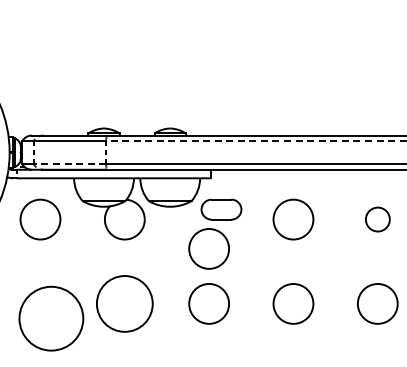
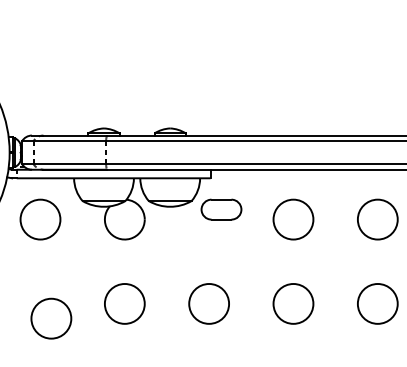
line at (256, 141): dashed -> solid
line at (69, 164): dashed -> solid
circle at (377, 219) size: 26x27 px -> 42x43 px
circle at (208, 248): present -> none
circle at (124, 303) diameter: 56 px -> 40 px
circle at (51, 318) diameter: 64 px -> 40 px
